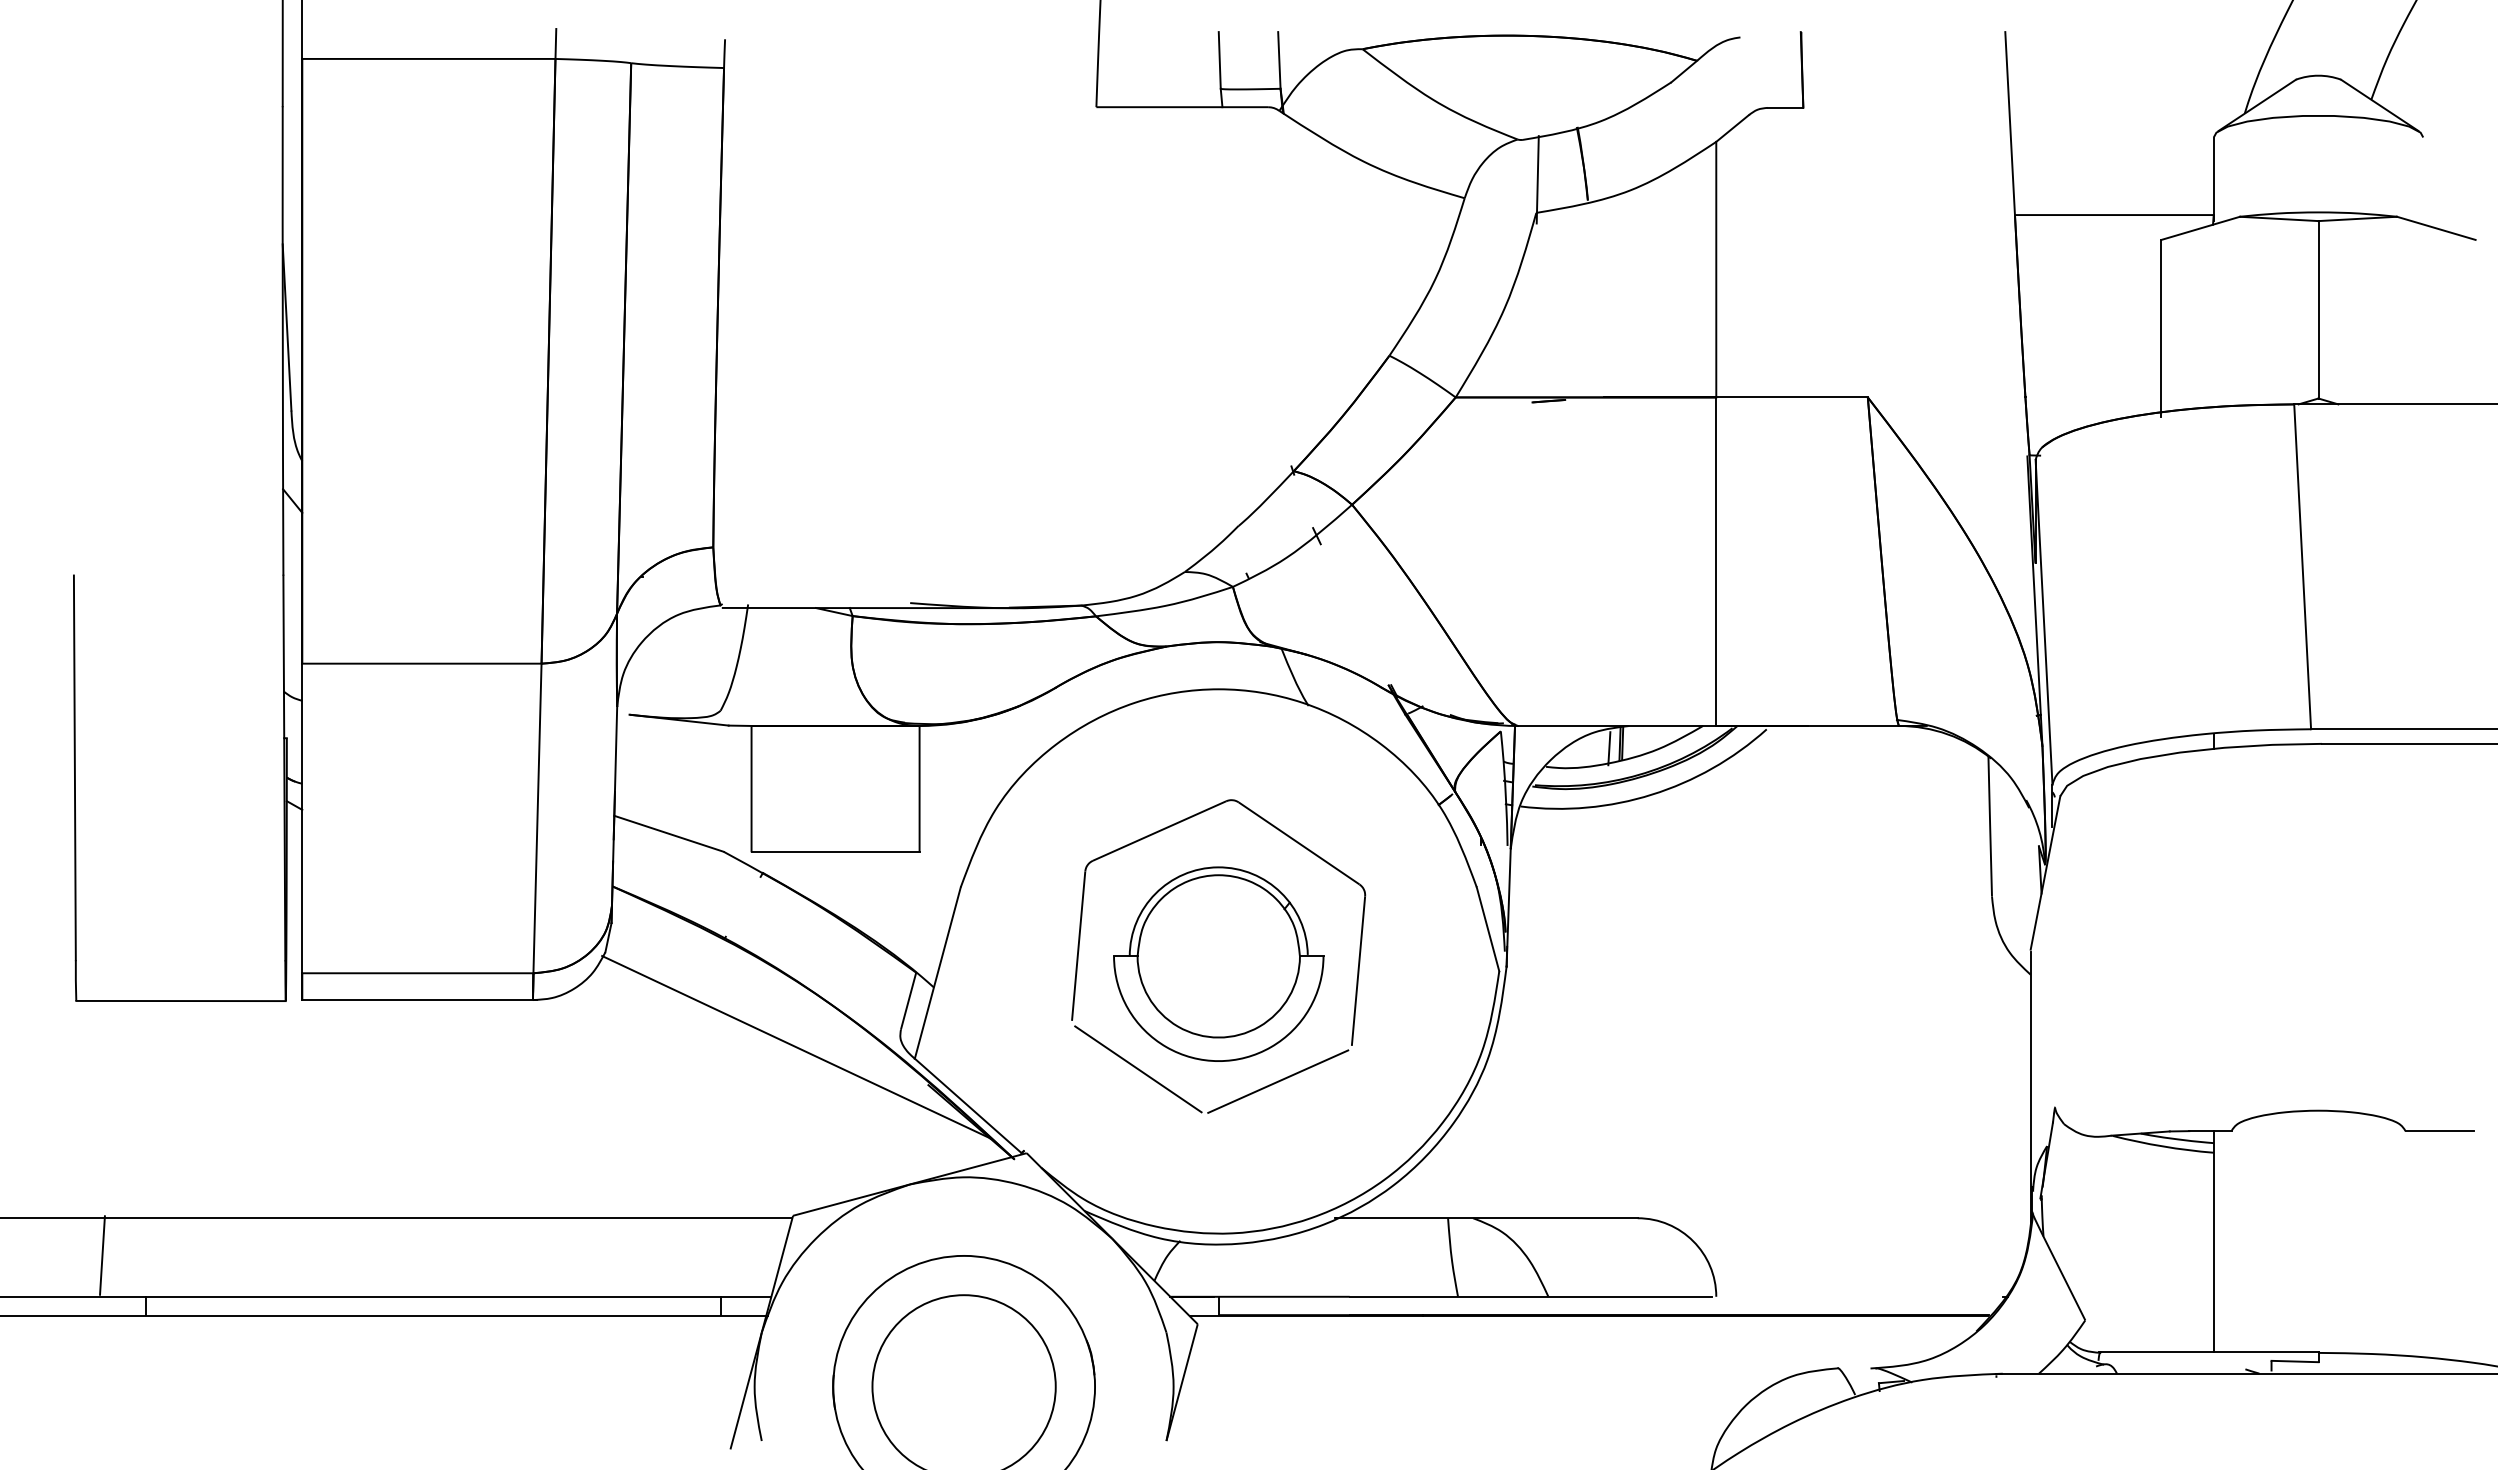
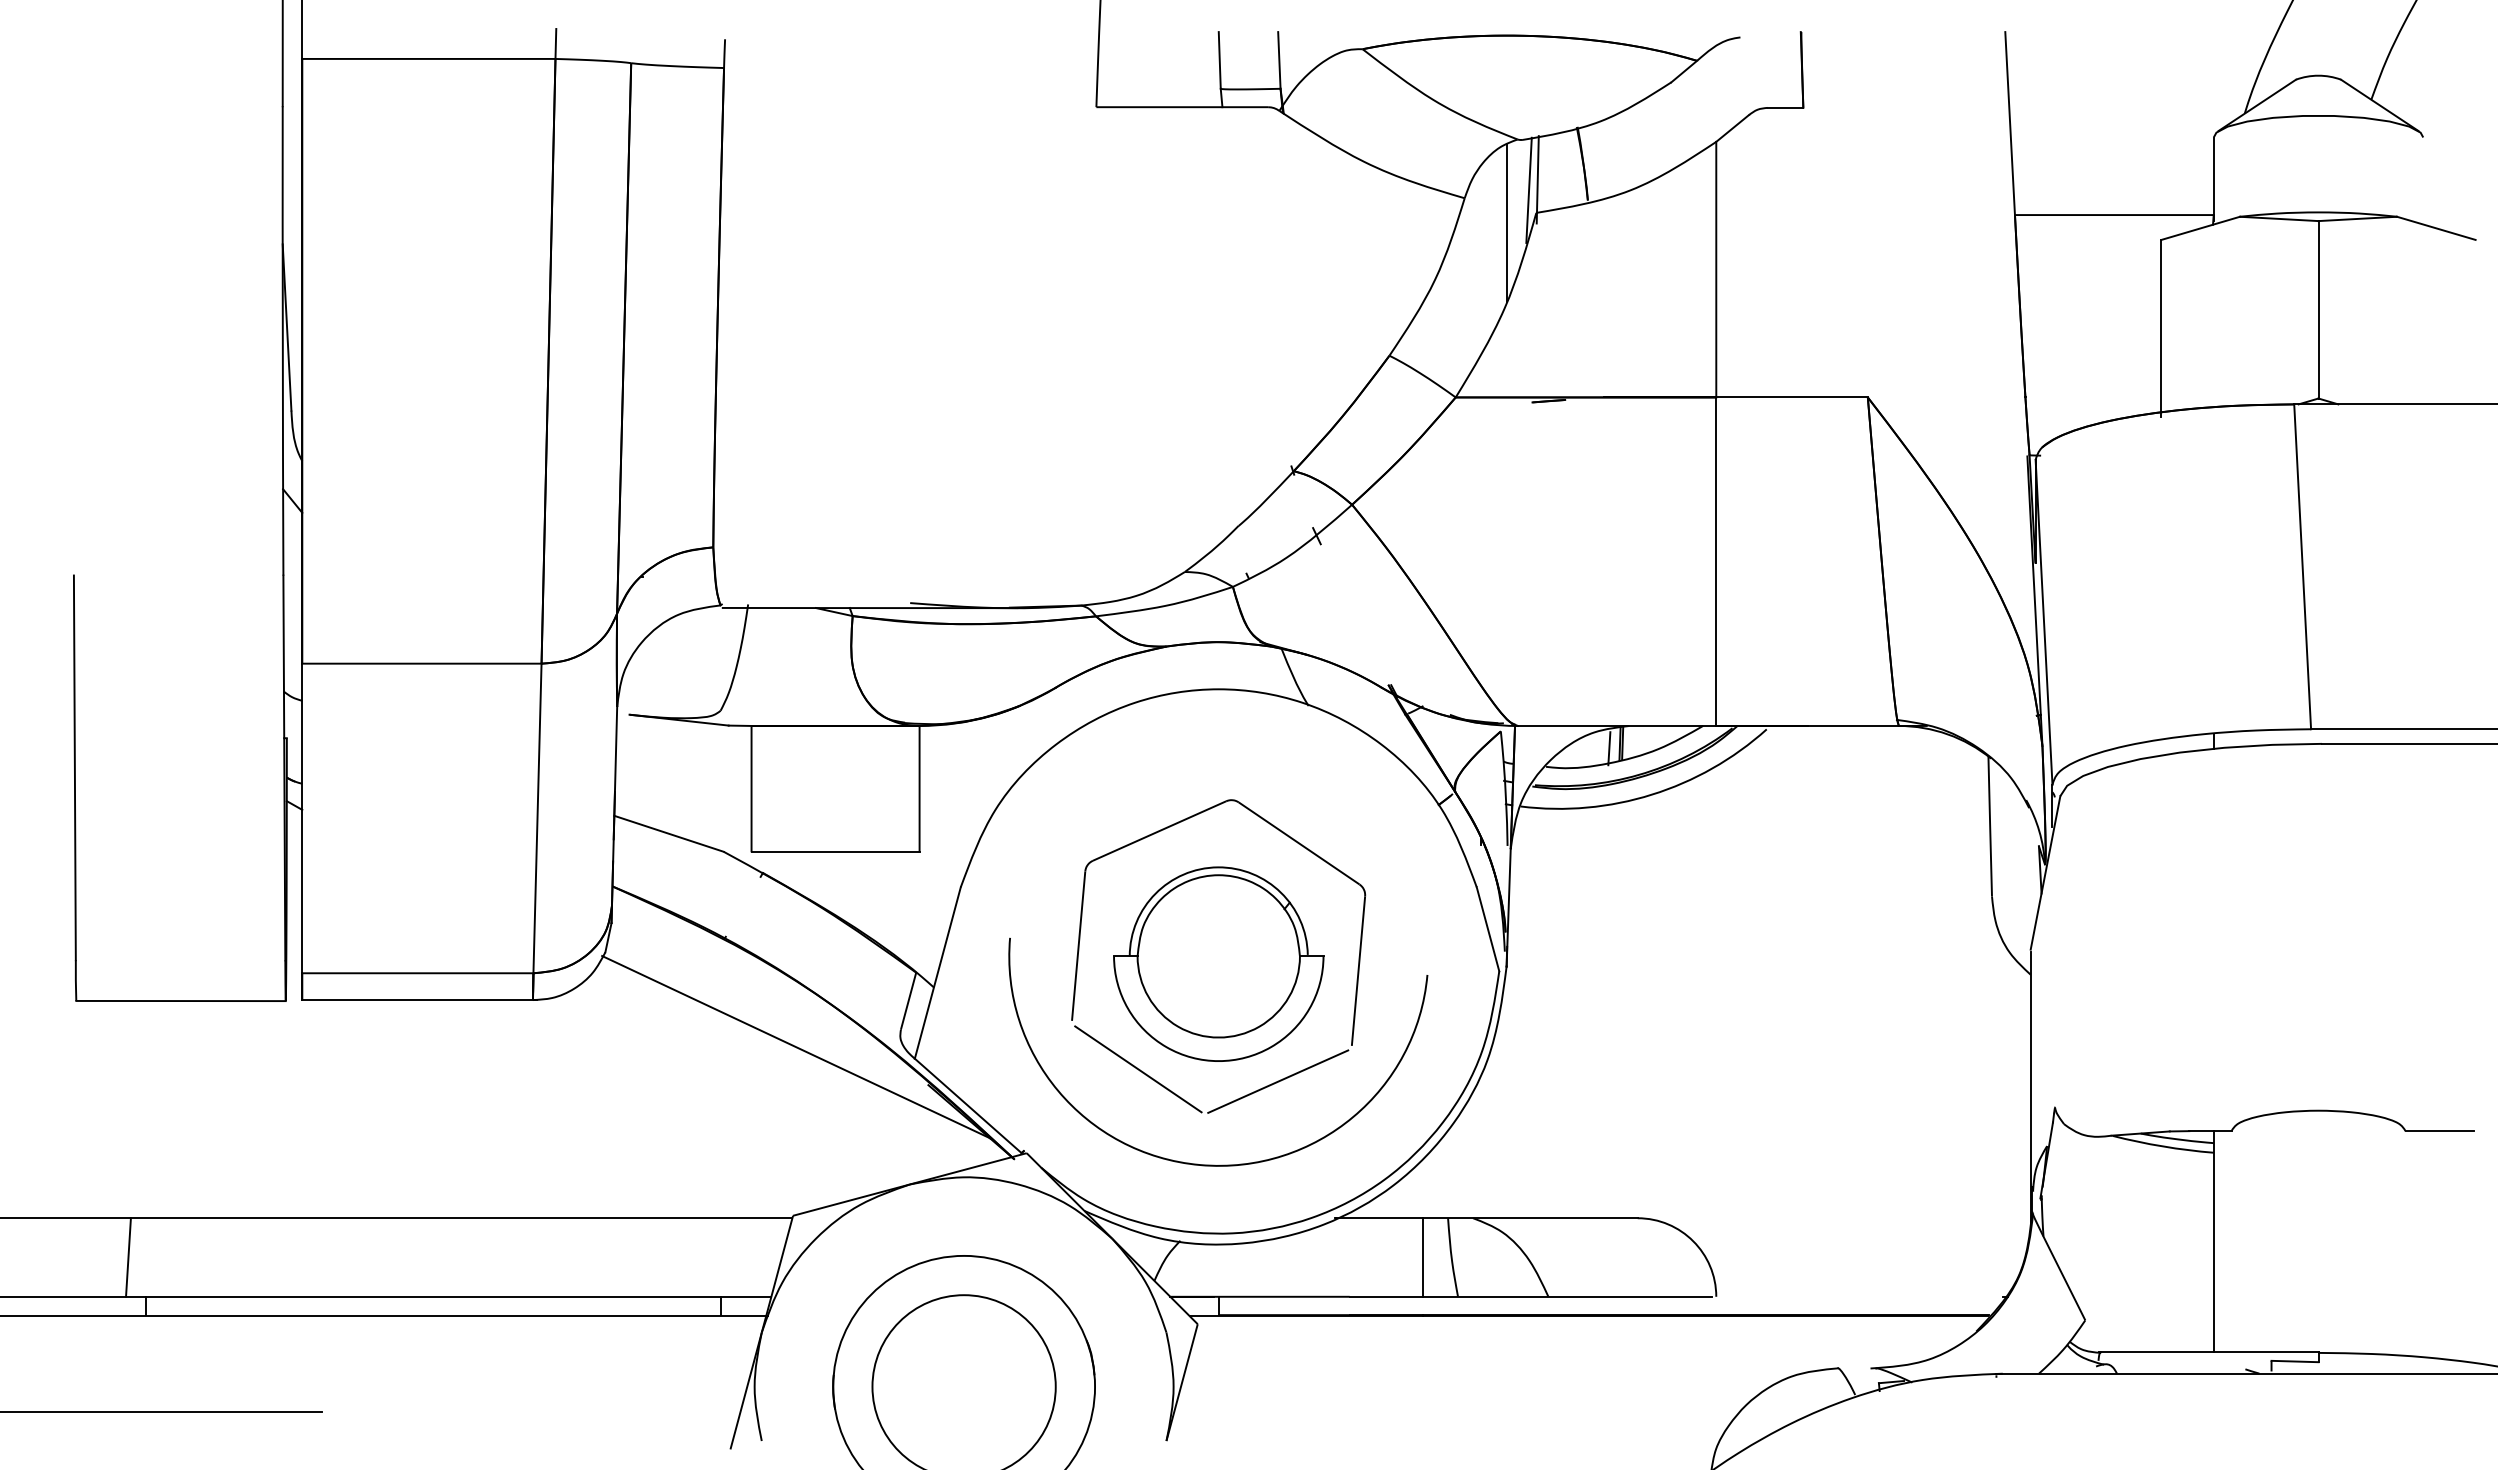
line at (1528, 189): none -> present
line at (1506, 222): none -> present
arc at (1221, 1164): none -> present
line at (102, 1255) position: (102, 1255) -> (128, 1257)
line at (1423, 1257): none -> present
line at (161, 1412): none -> present
